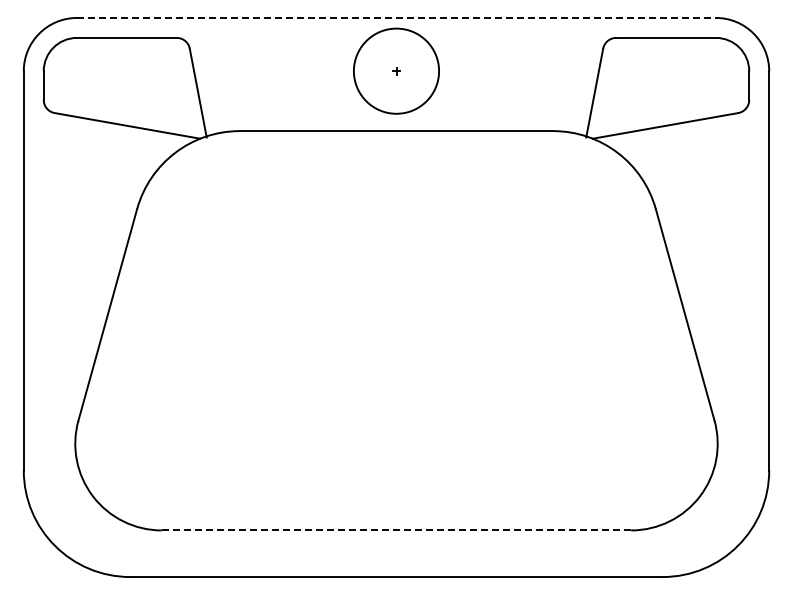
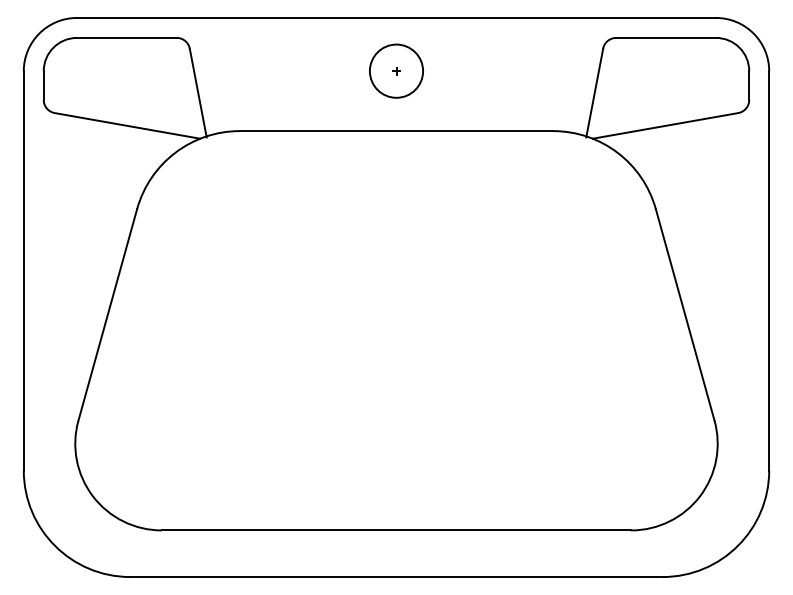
line at (396, 17): dashed -> solid
circle at (396, 70) diameter: 85 px -> 53 px
line at (396, 530): dashed -> solid
